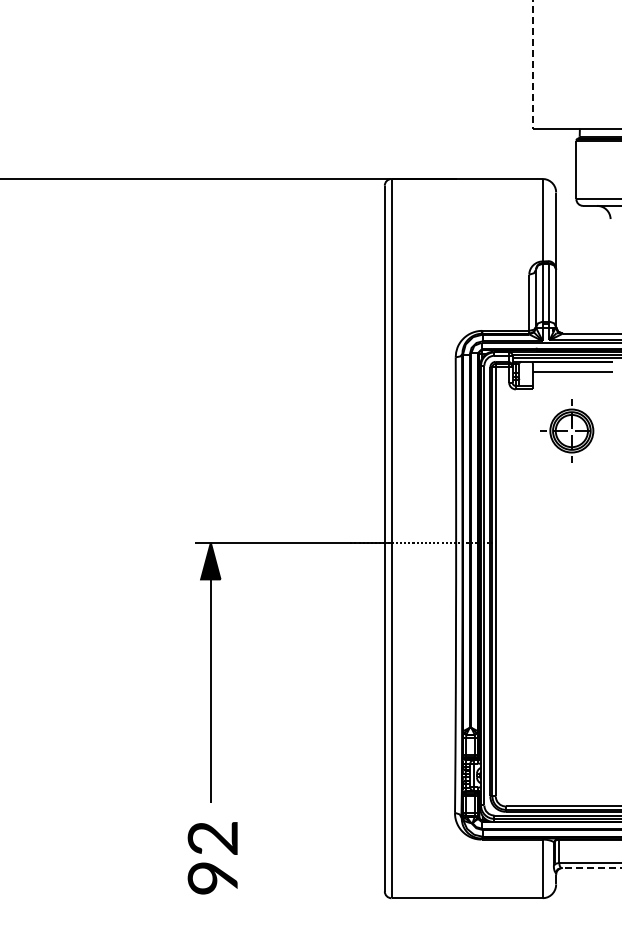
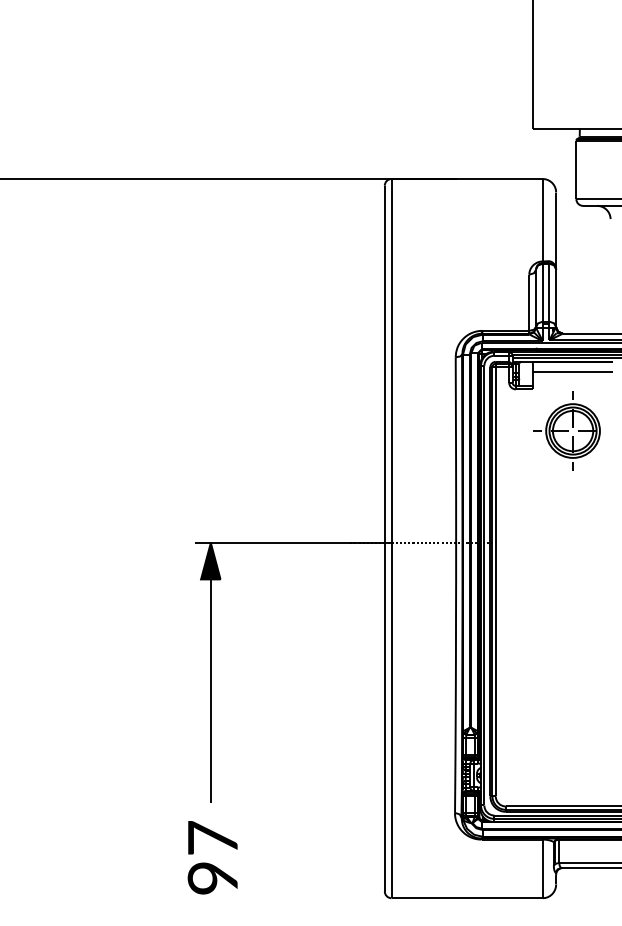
line at (532, 64): dashed -> solid
part at (567, 430) size: 55x64 px -> 68x80 px
text at (212, 837): 92 -> 97
line at (591, 867): dashed -> solid
